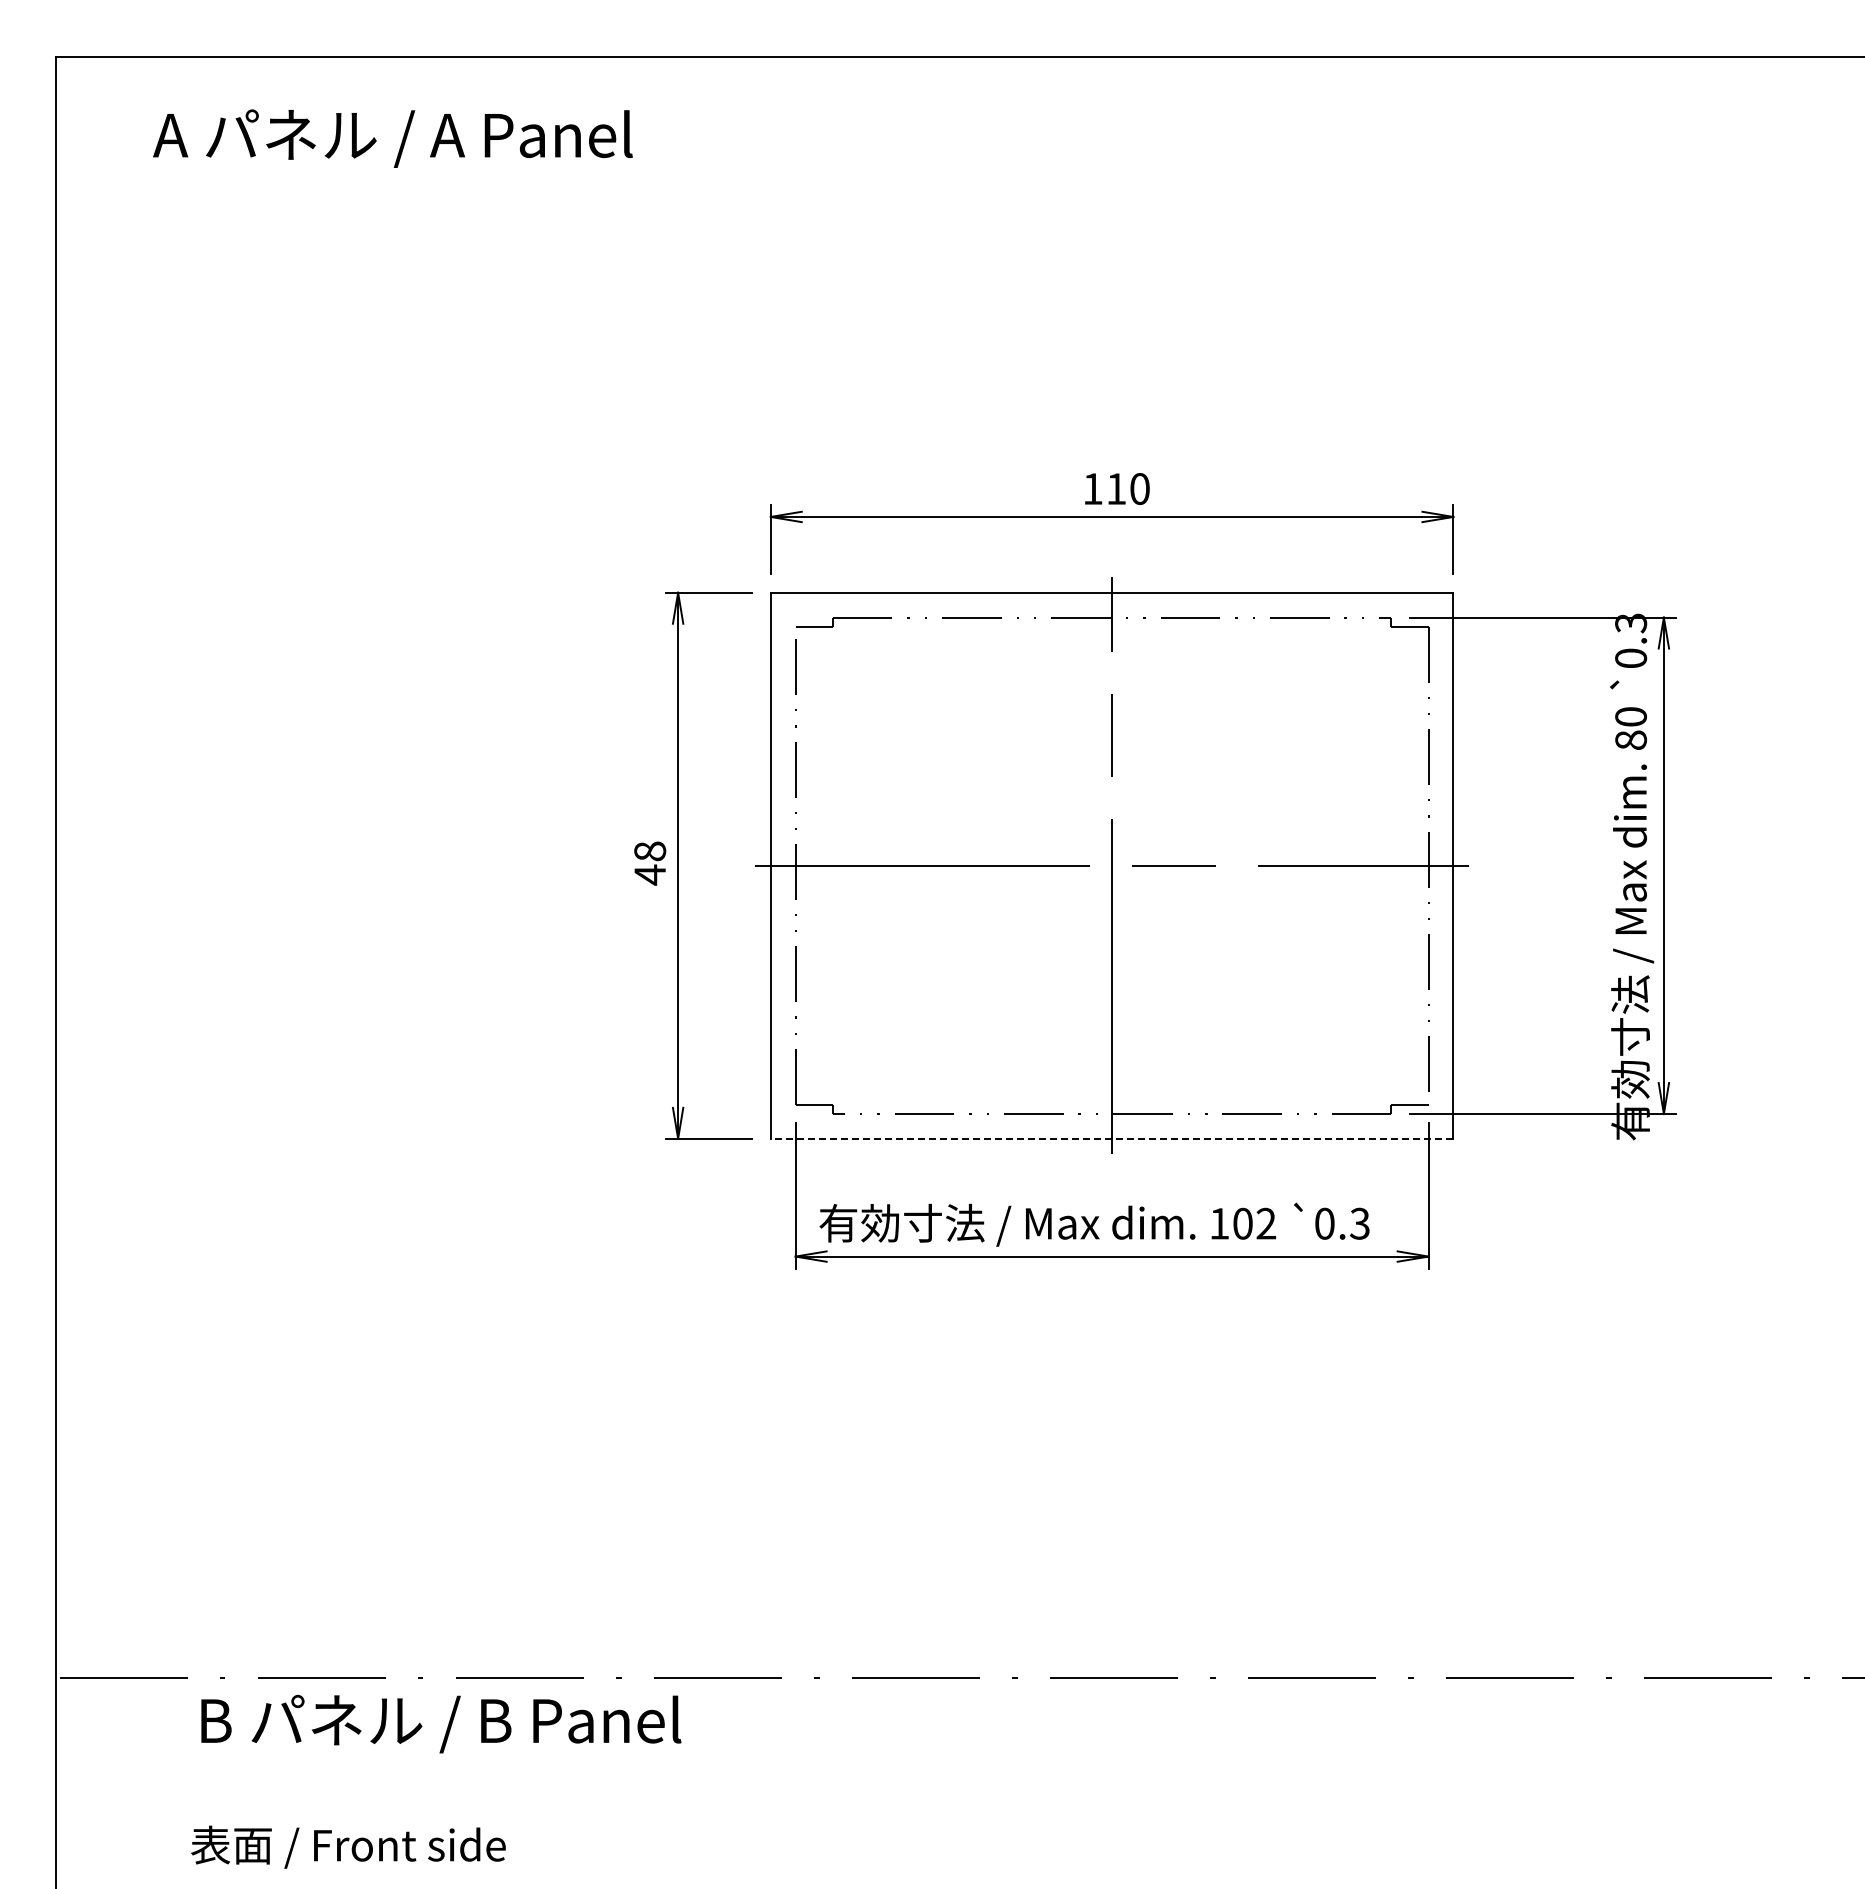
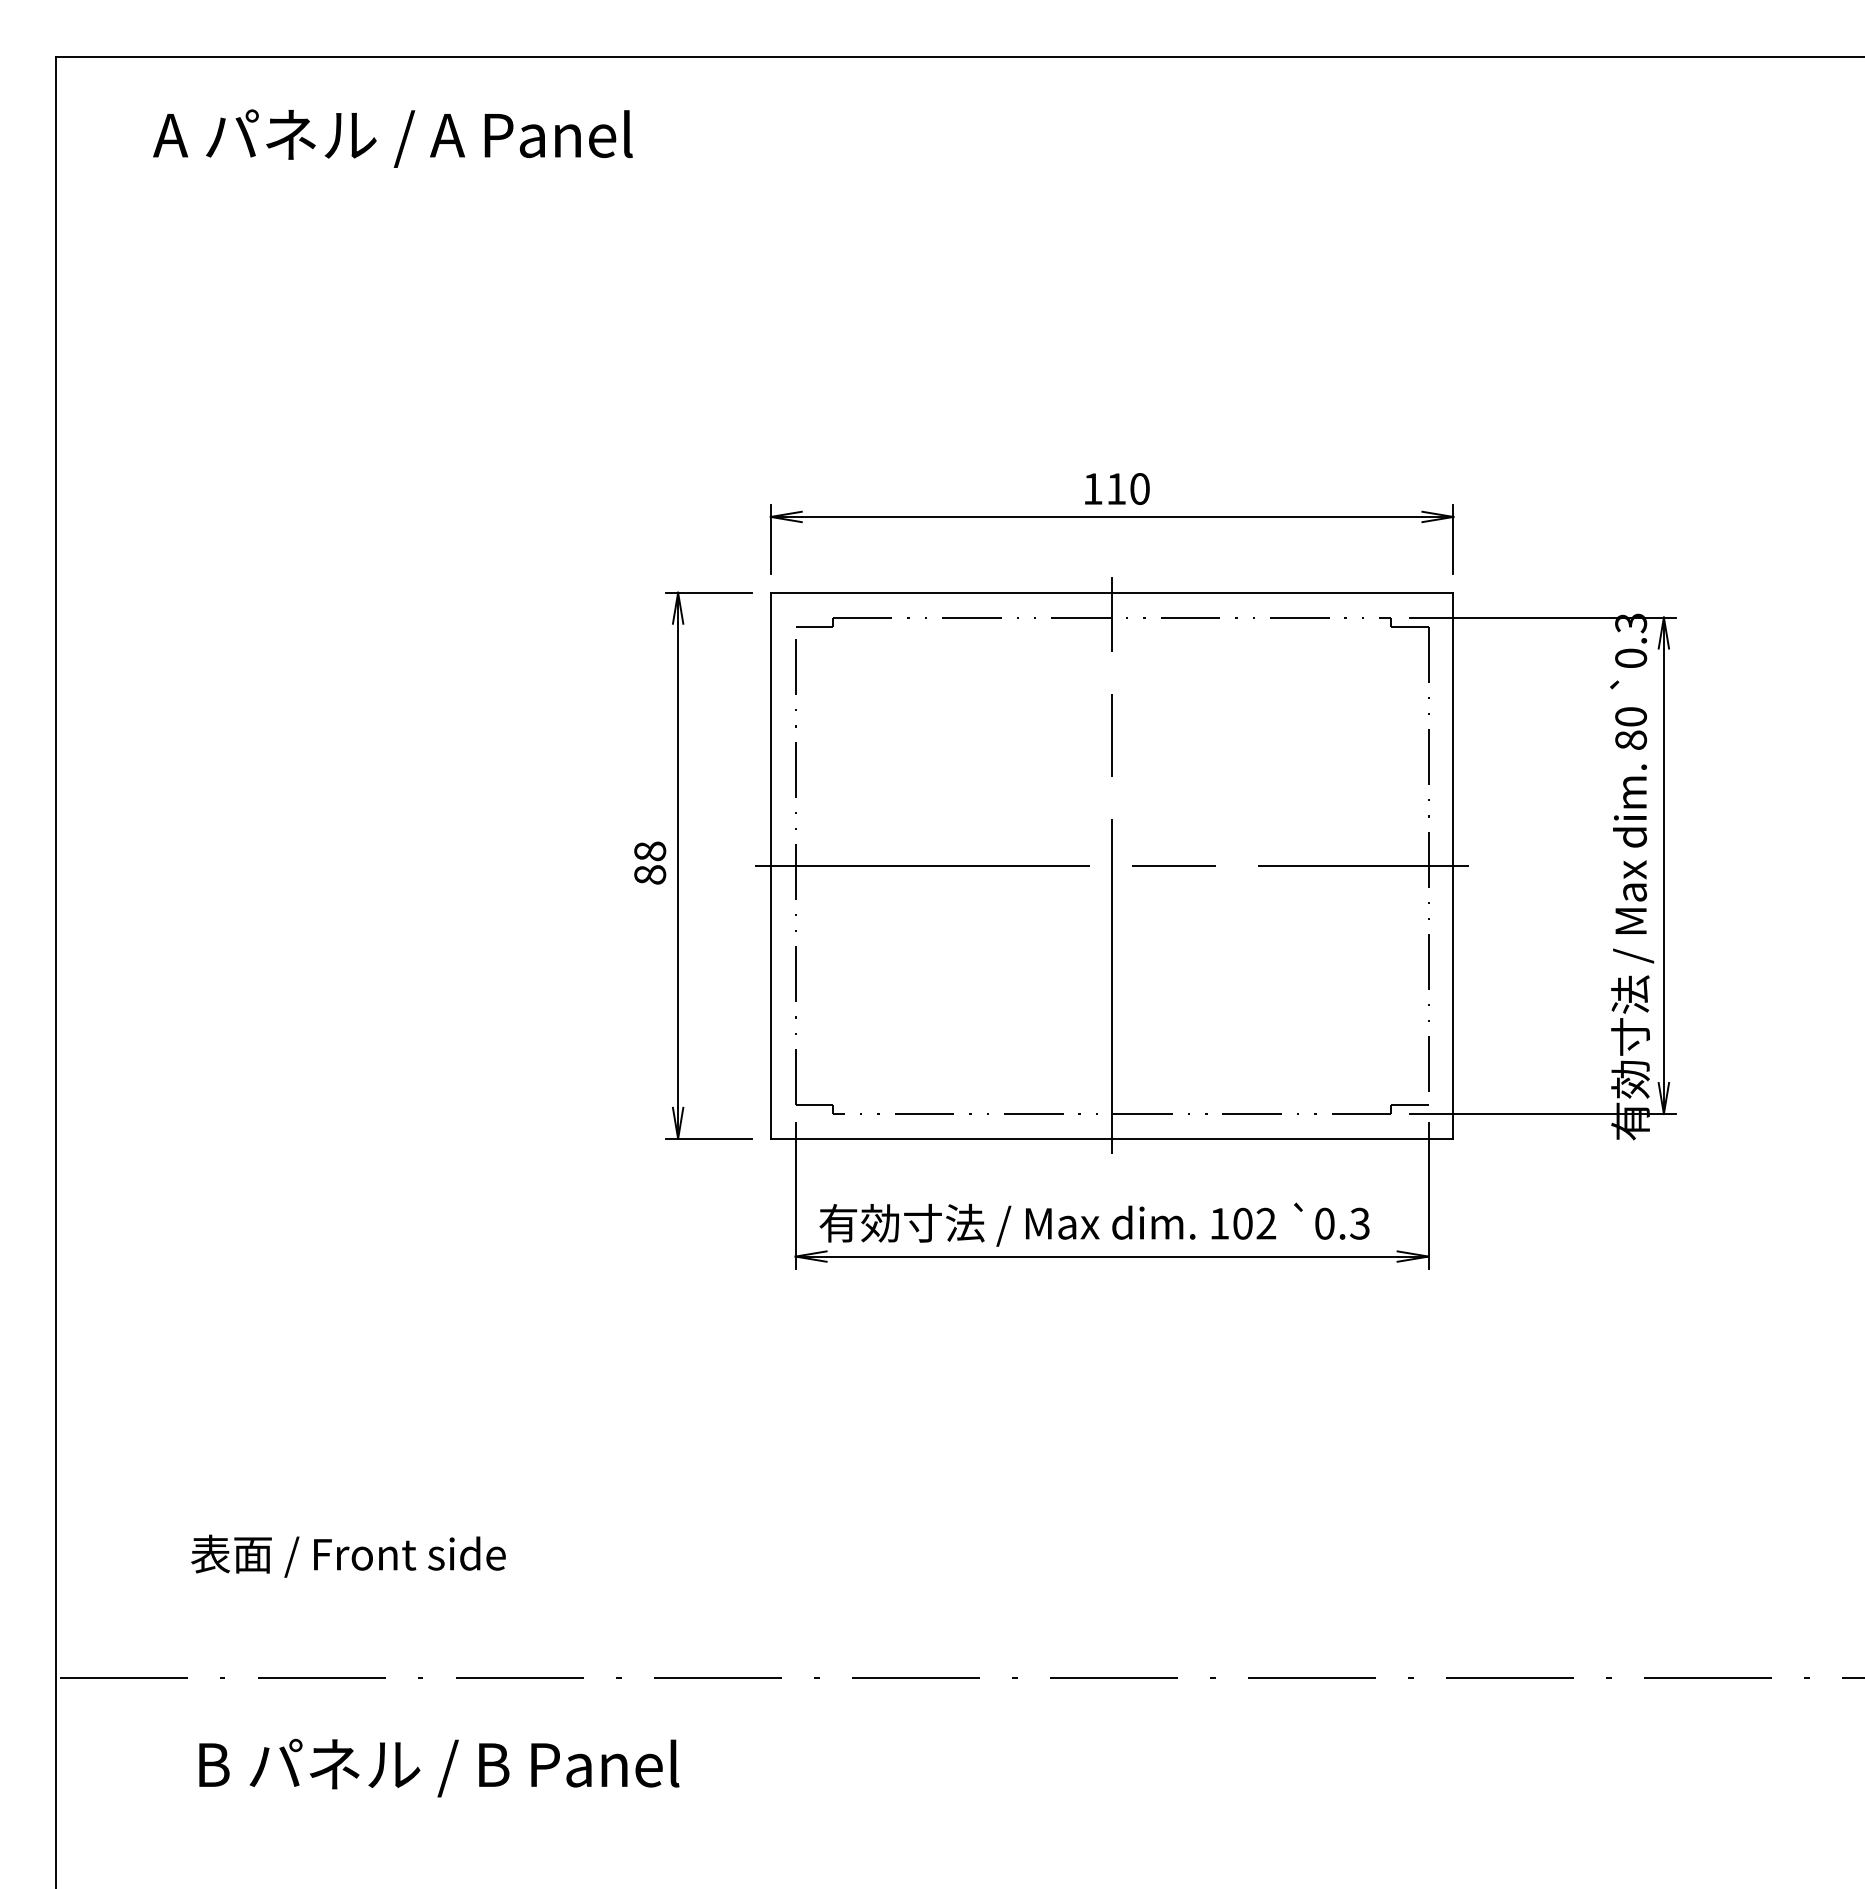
text at (650, 874): 48 -> 88
line at (1111, 1138): dashed -> solid
text at (441, 1723) position: (441, 1723) -> (439, 1767)
text at (348, 1846) position: (348, 1846) -> (348, 1555)
